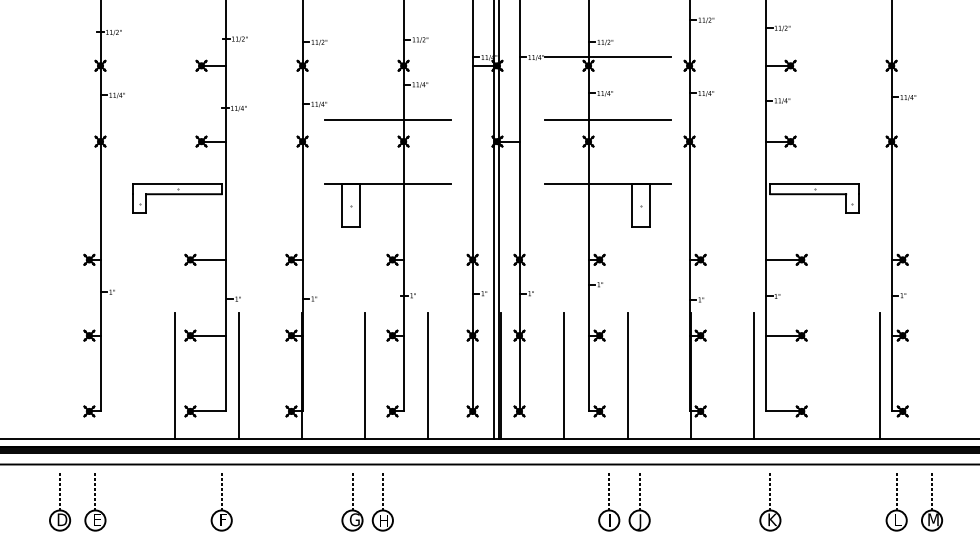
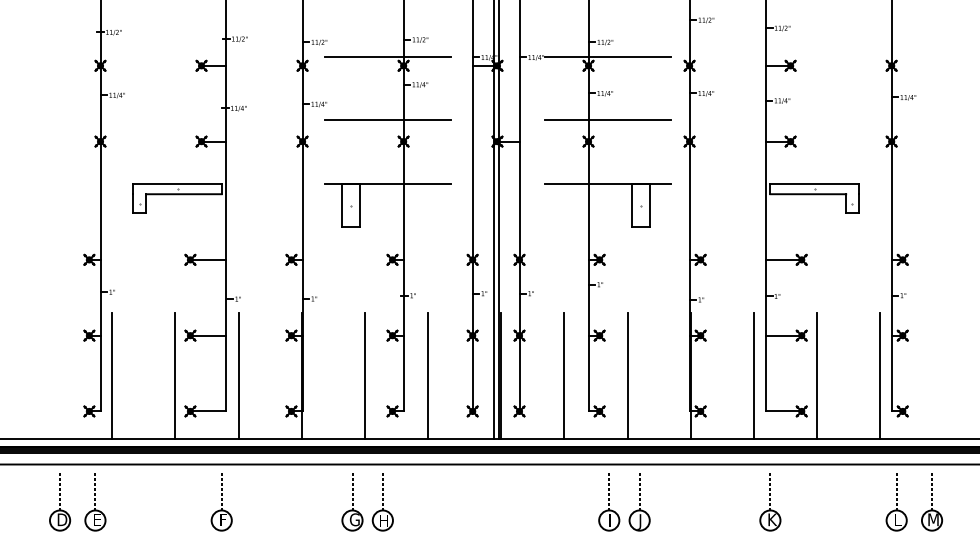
line at (387, 57): none -> present
line at (112, 375): none -> present
line at (816, 375): none -> present
